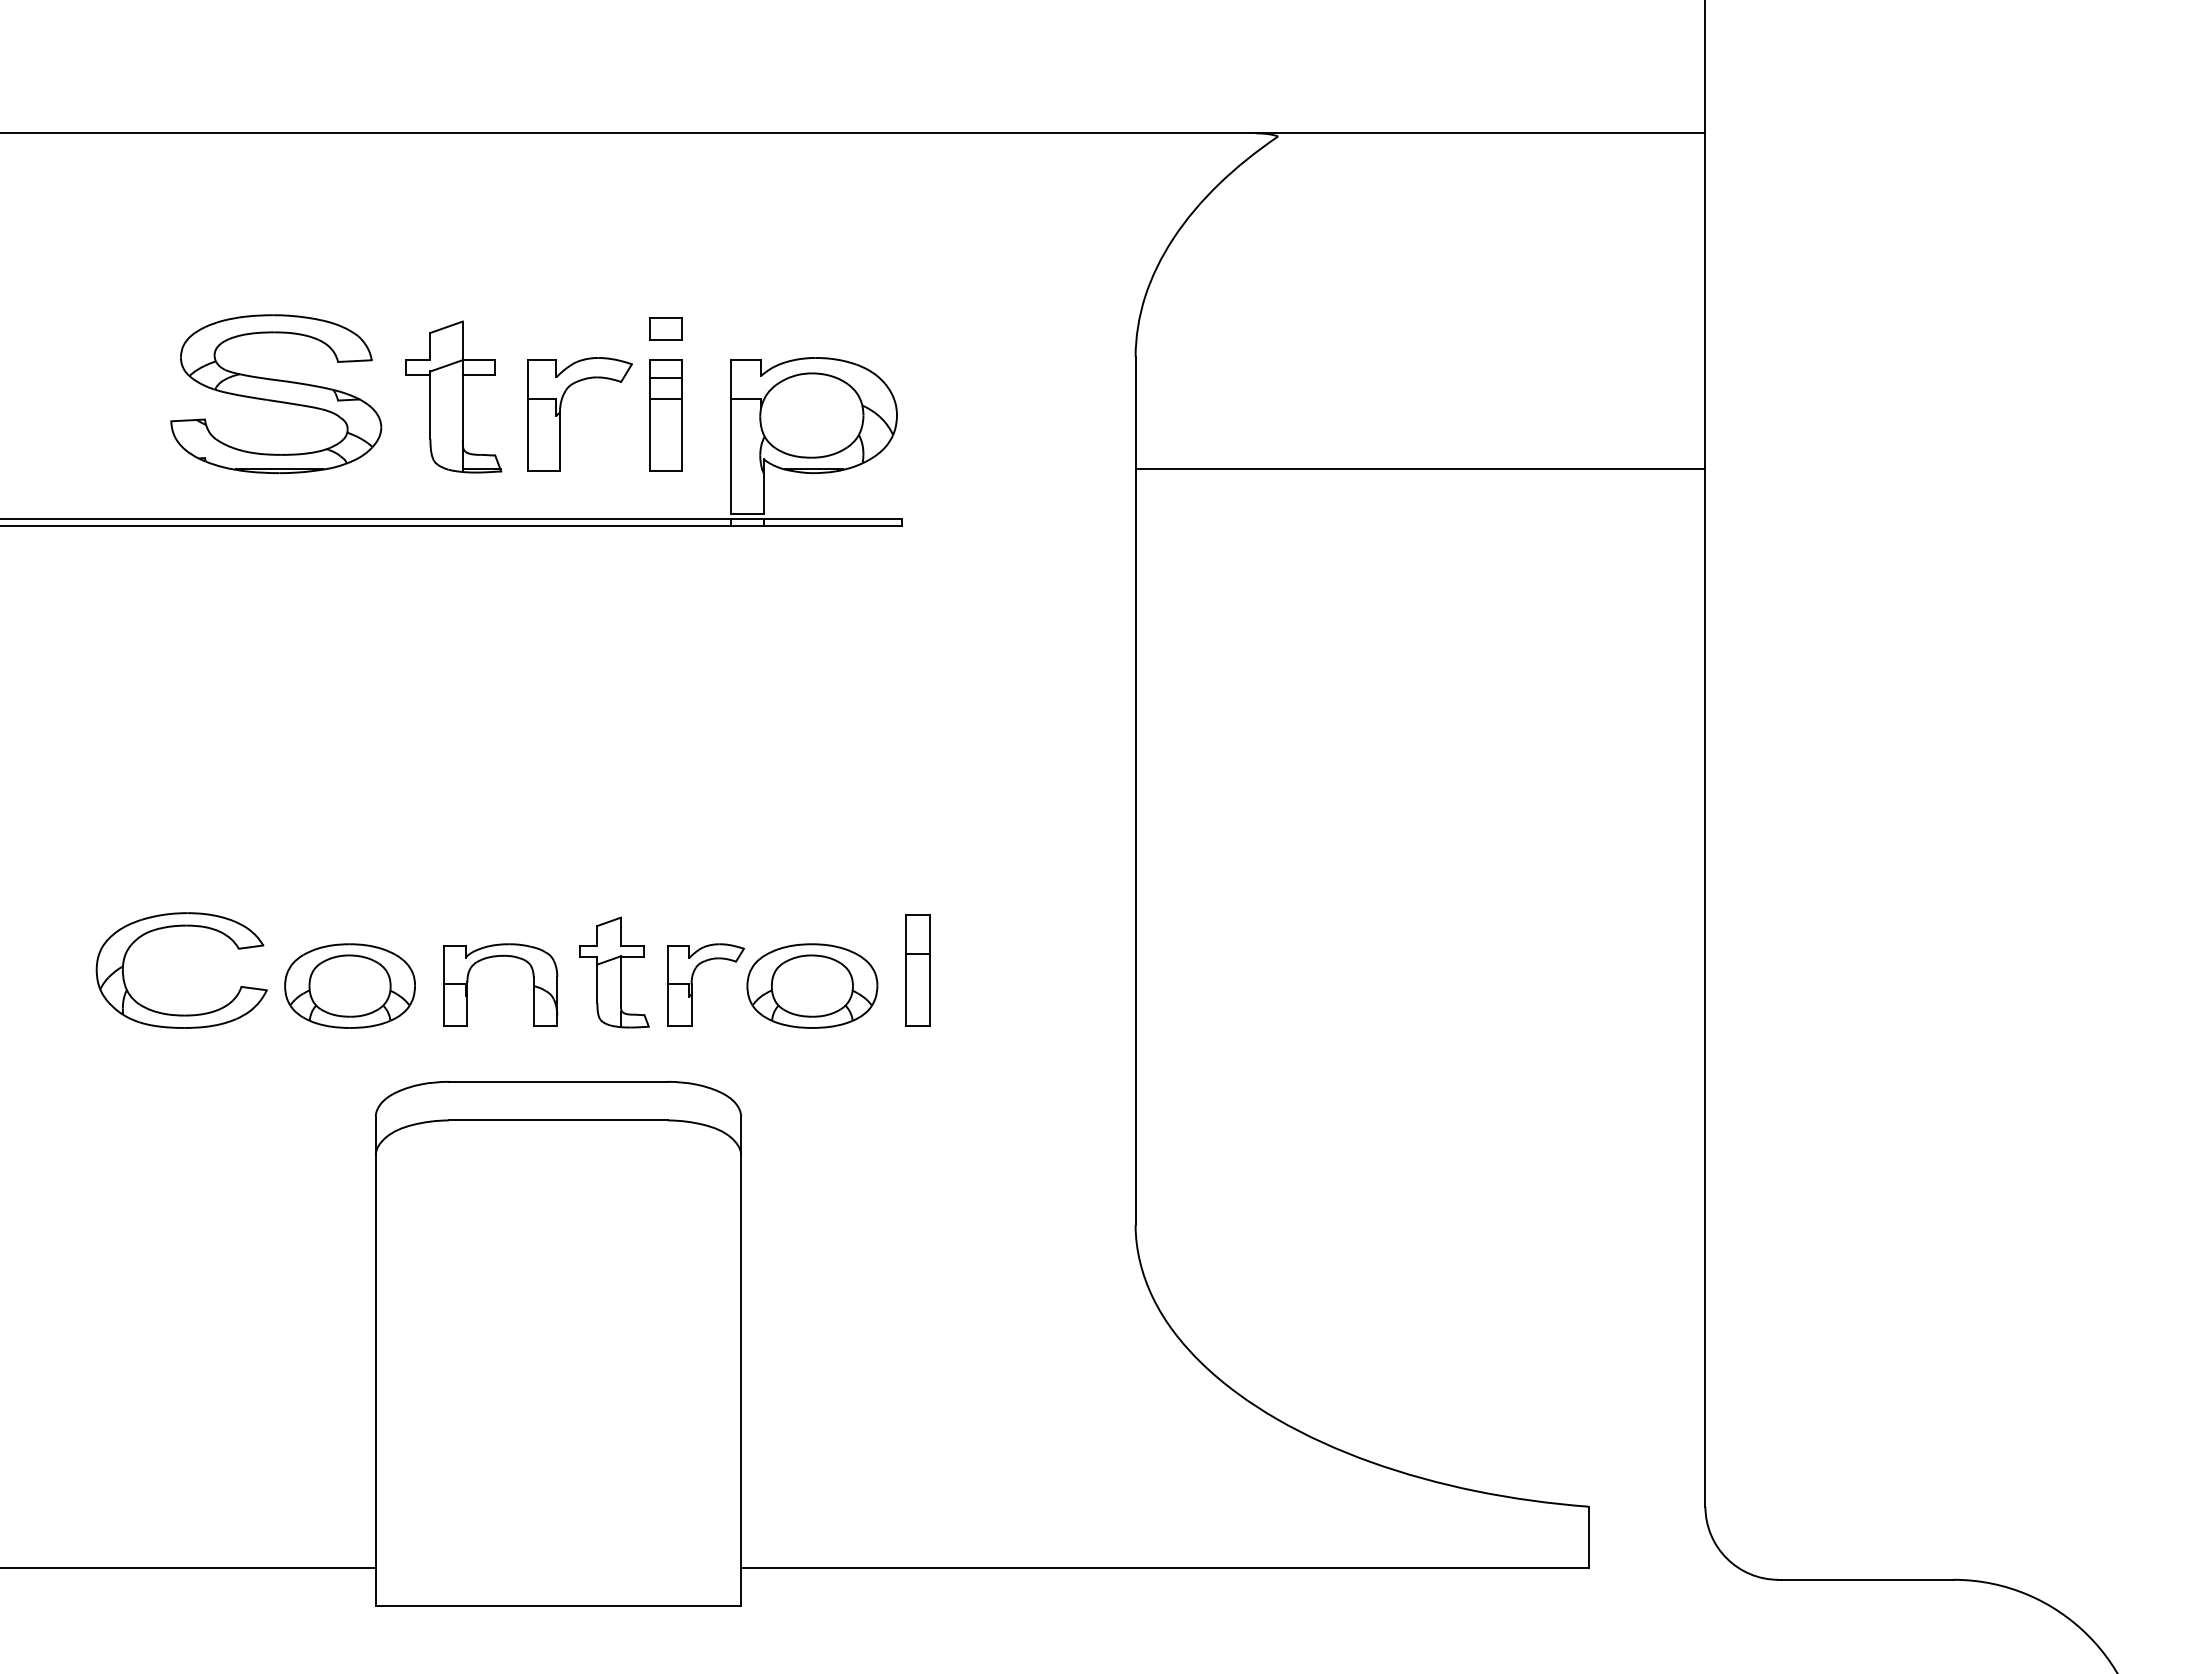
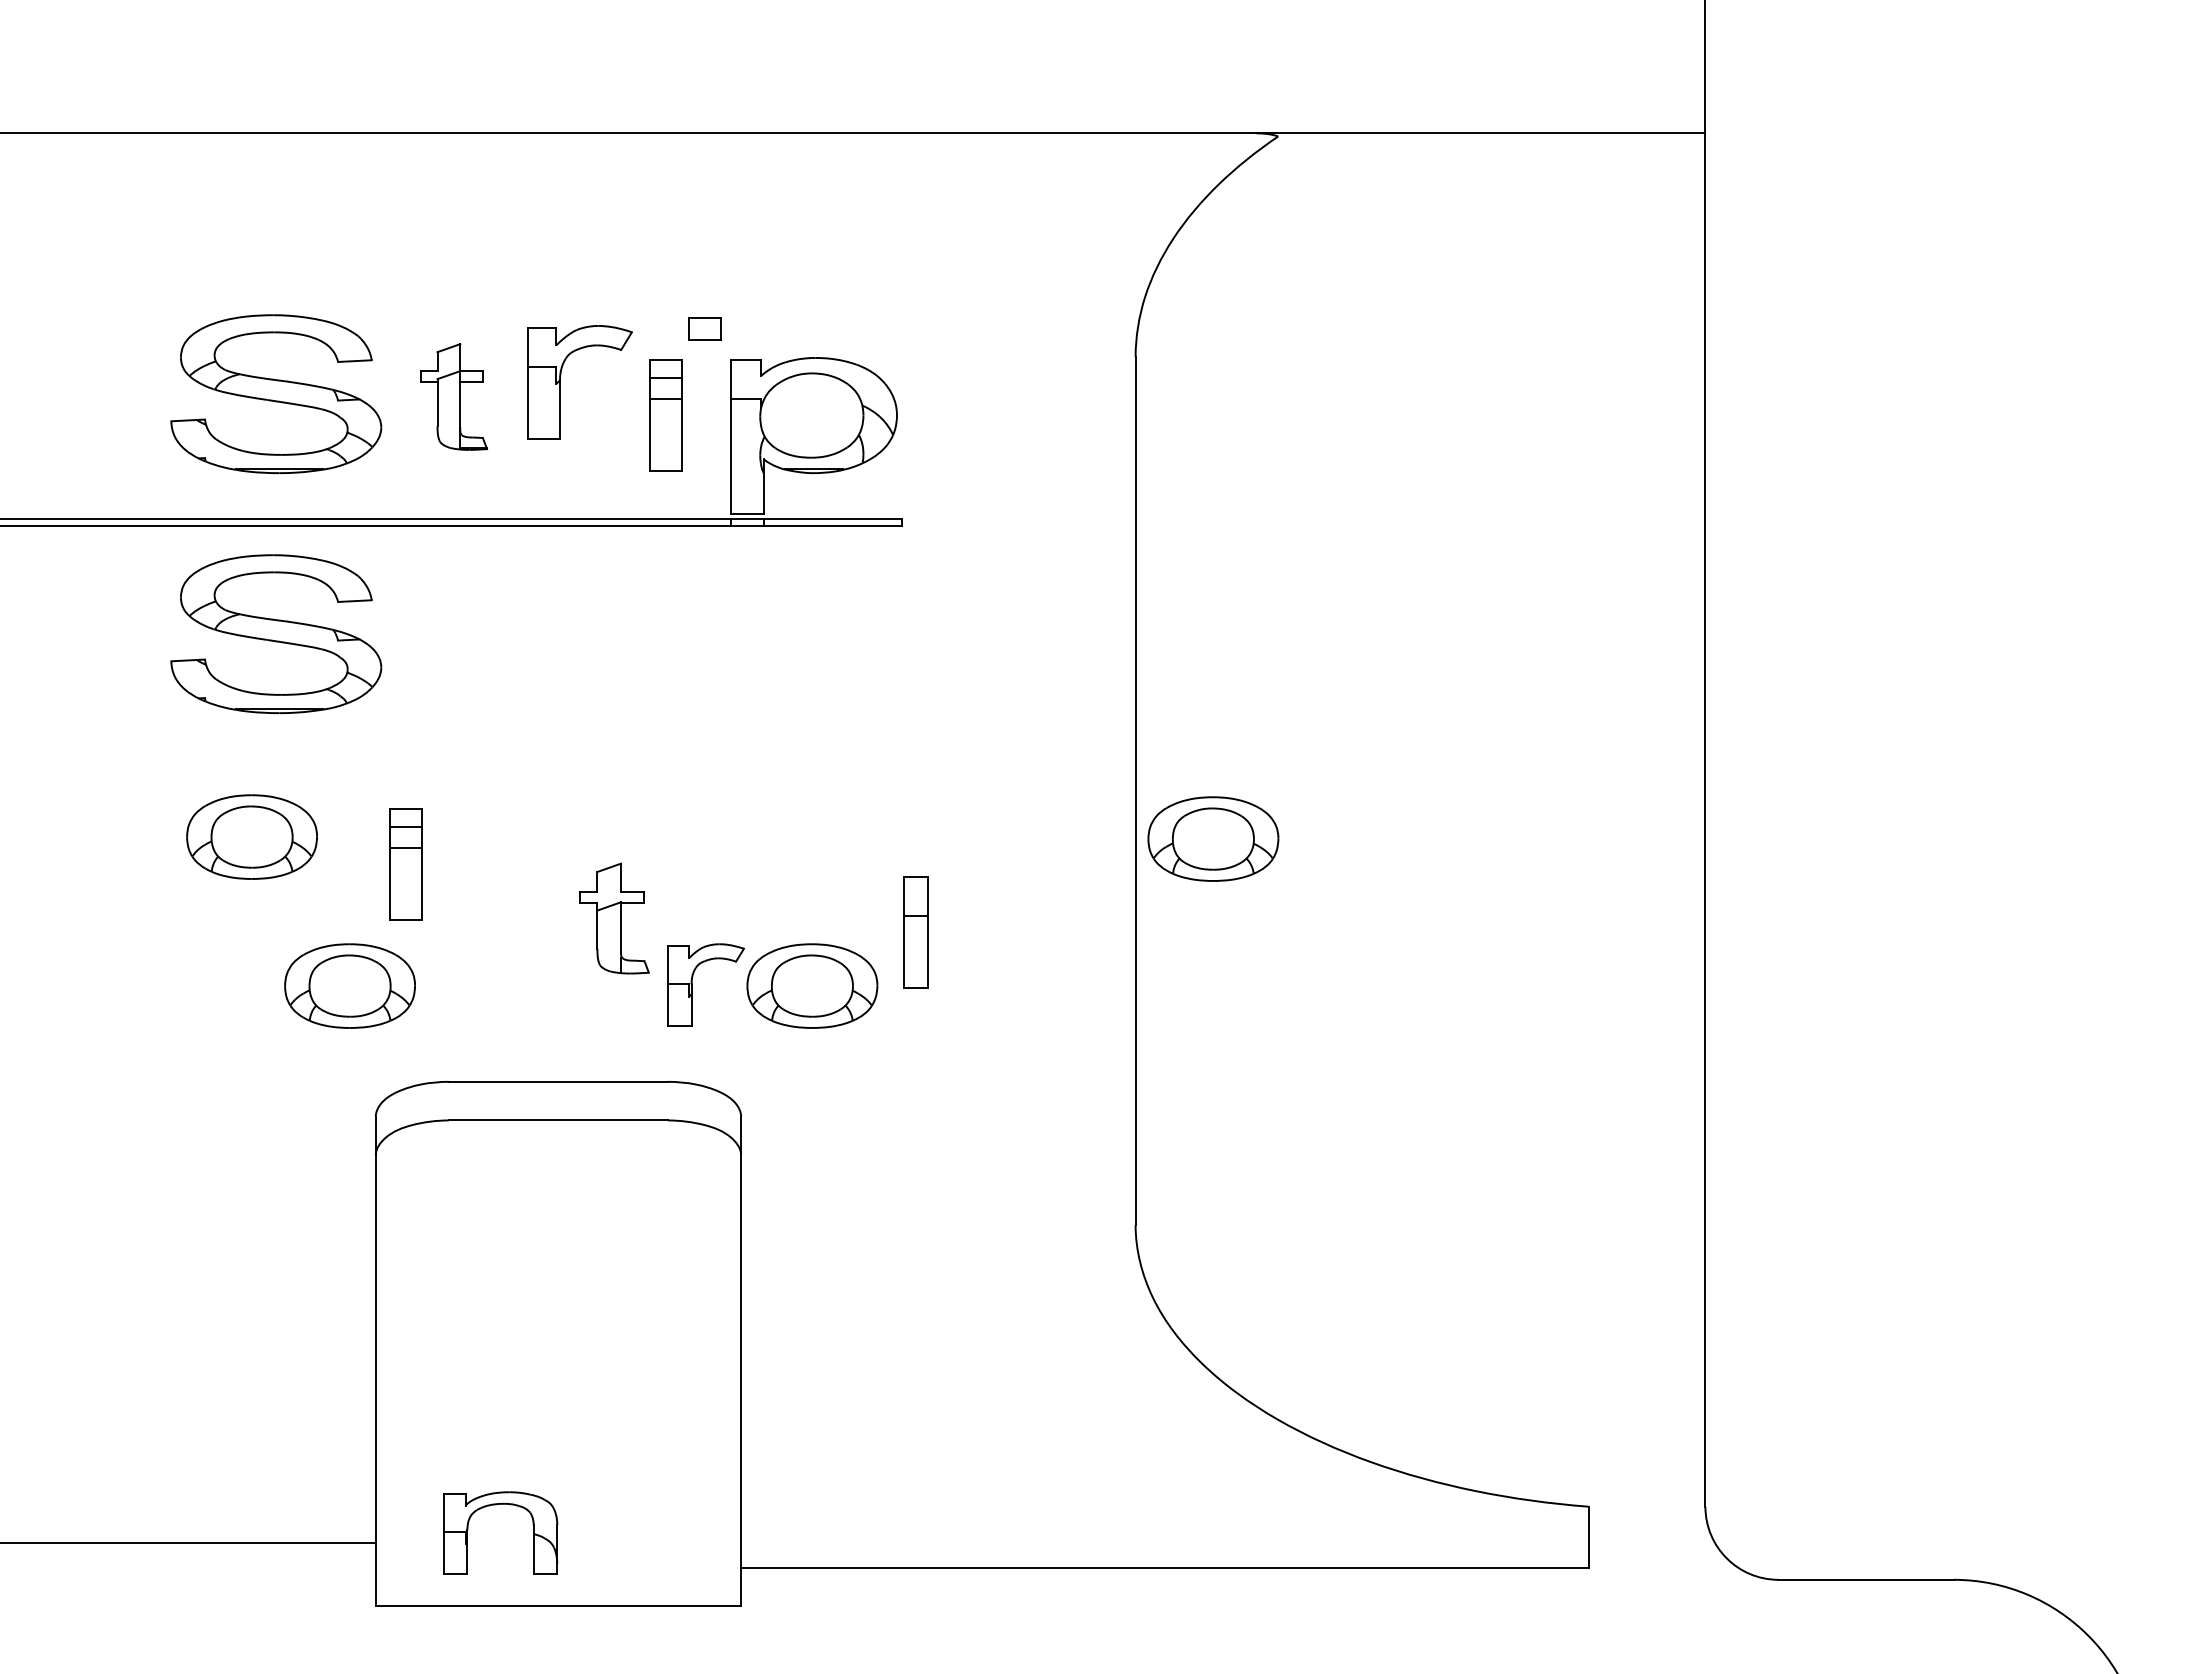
part at (665, 328) position: (665, 328) -> (704, 328)
part at (453, 396) size: 98x154 px -> 69x108 px
part at (560, 414) position: (560, 414) -> (560, 382)
line at (1420, 469): present -> none
part at (276, 633): none -> present
part at (251, 836): none -> present
part at (1213, 838): none -> present
part at (405, 864): none -> present
part at (174, 927): present -> none
part at (496, 957) position: (496, 957) -> (496, 1505)
part at (917, 970) position: (917, 970) -> (915, 932)
part at (614, 972) position: (614, 972) -> (614, 918)
line at (188, 1567) position: (188, 1567) -> (188, 1542)
